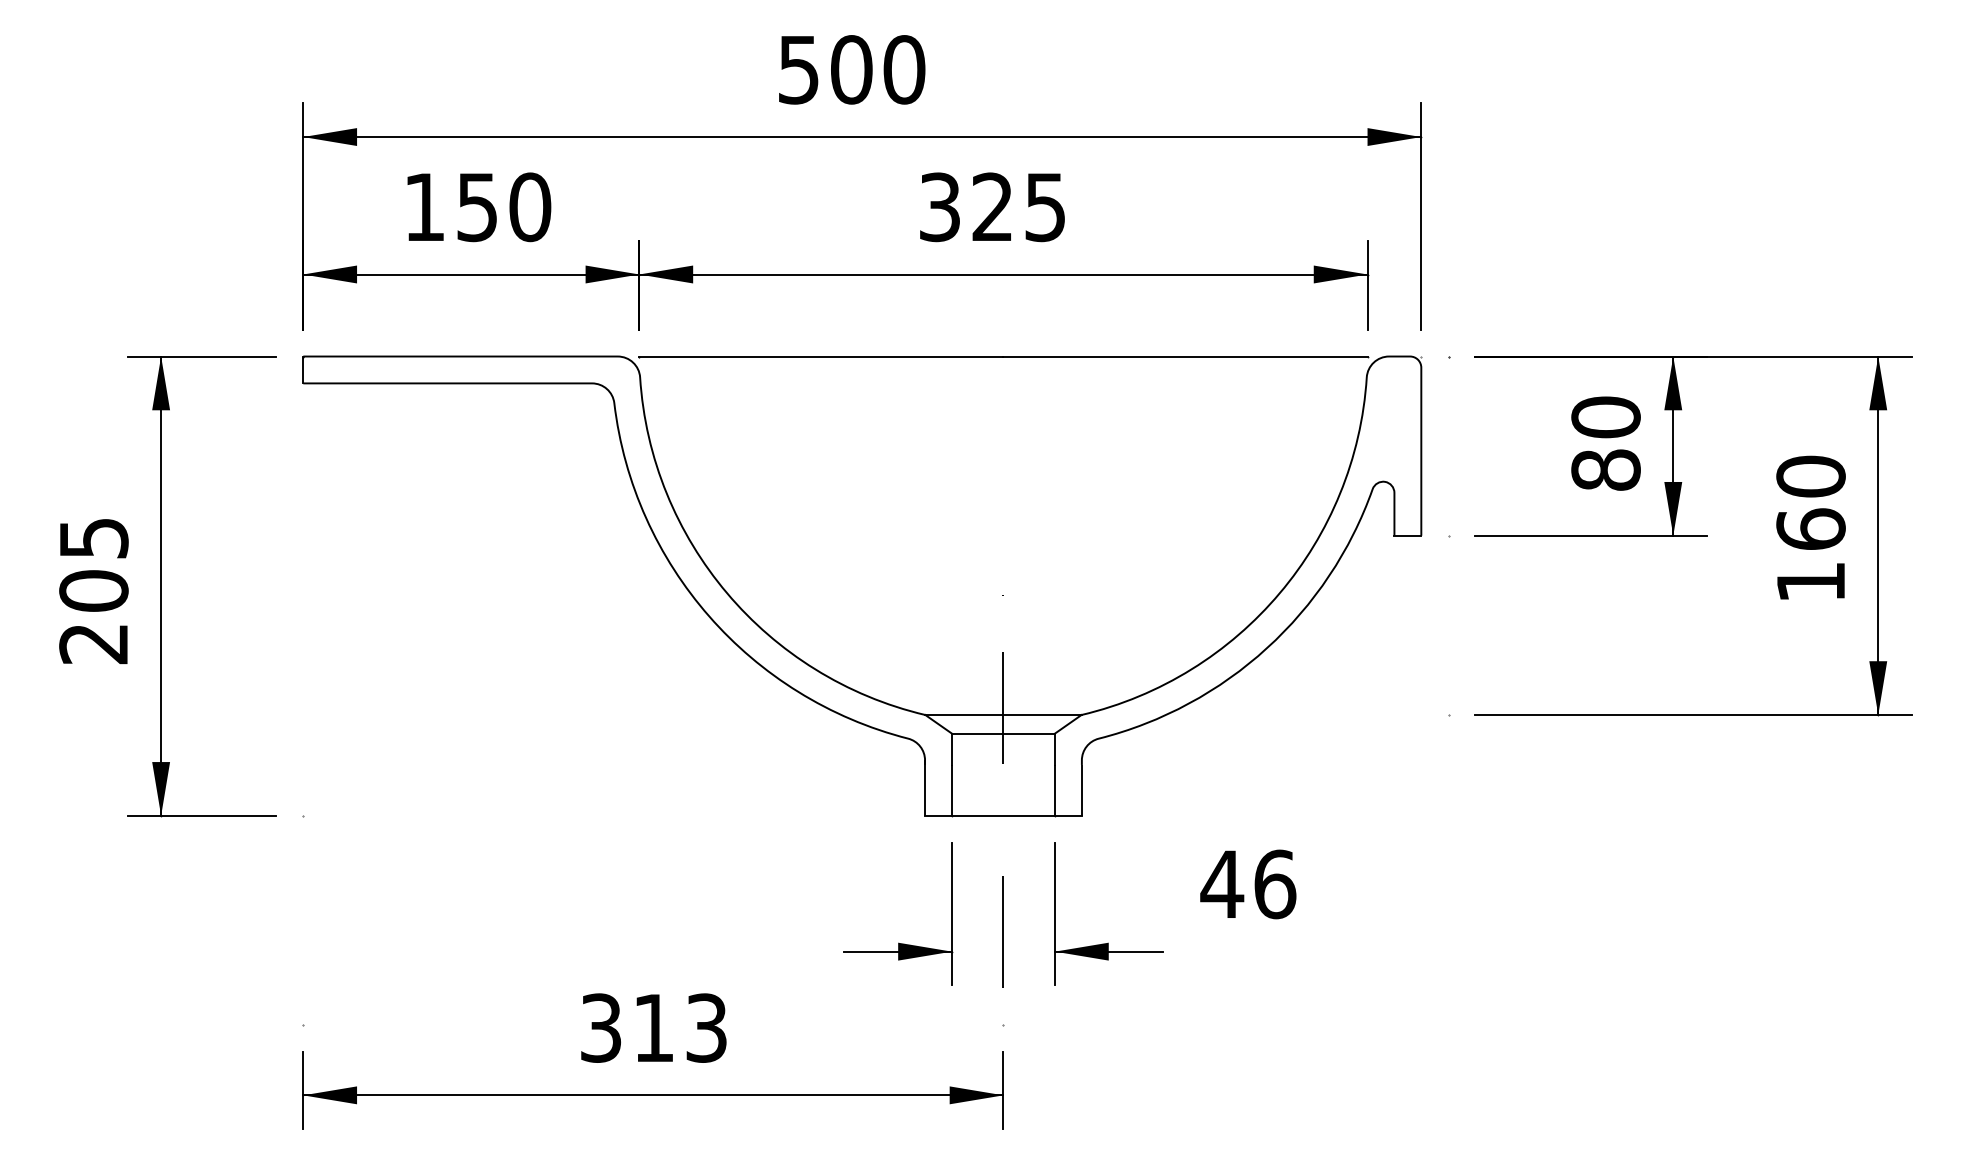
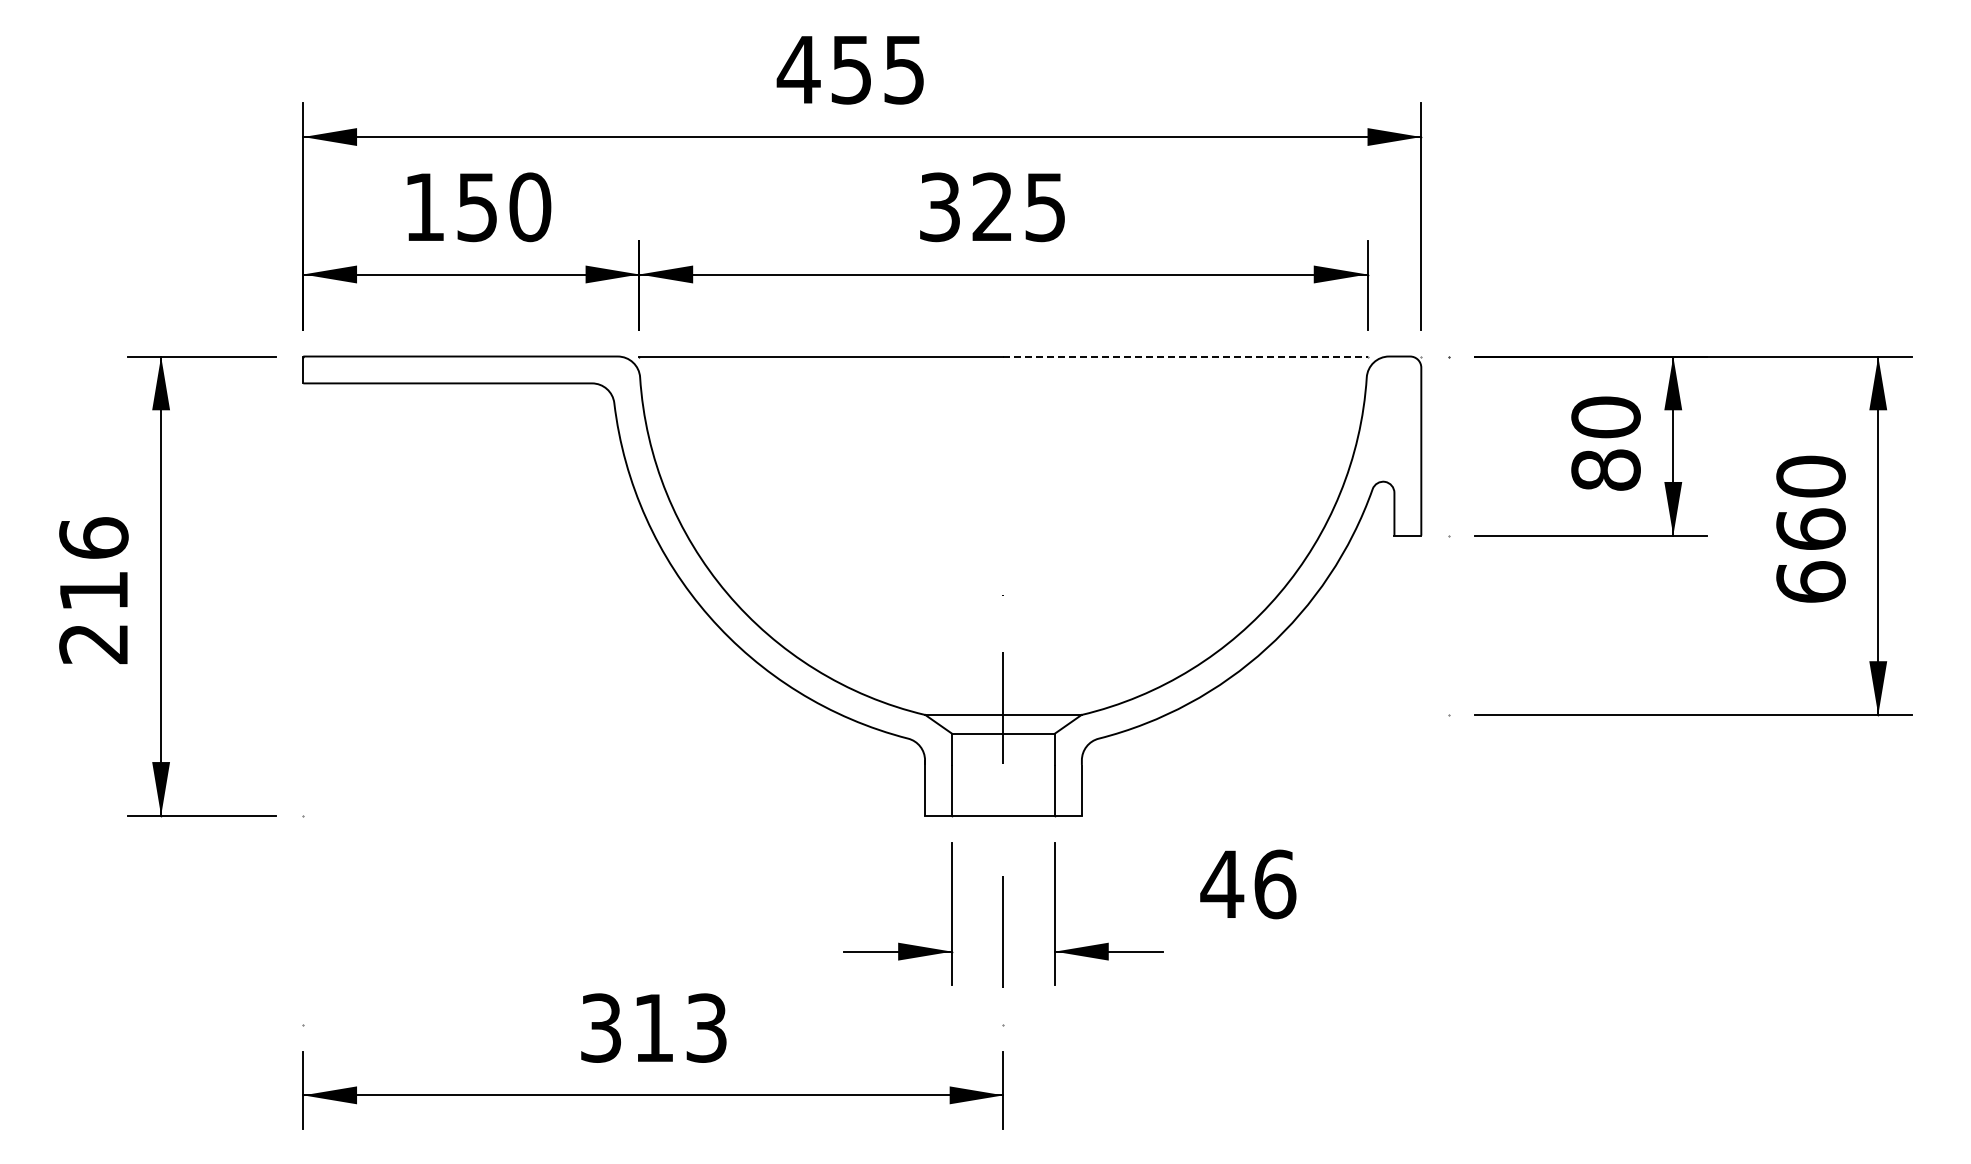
text at (850, 69): 500 -> 455
line at (1186, 356): solid -> dashed
text at (93, 564): 205 -> 216
text at (1810, 581): 160 -> 660
